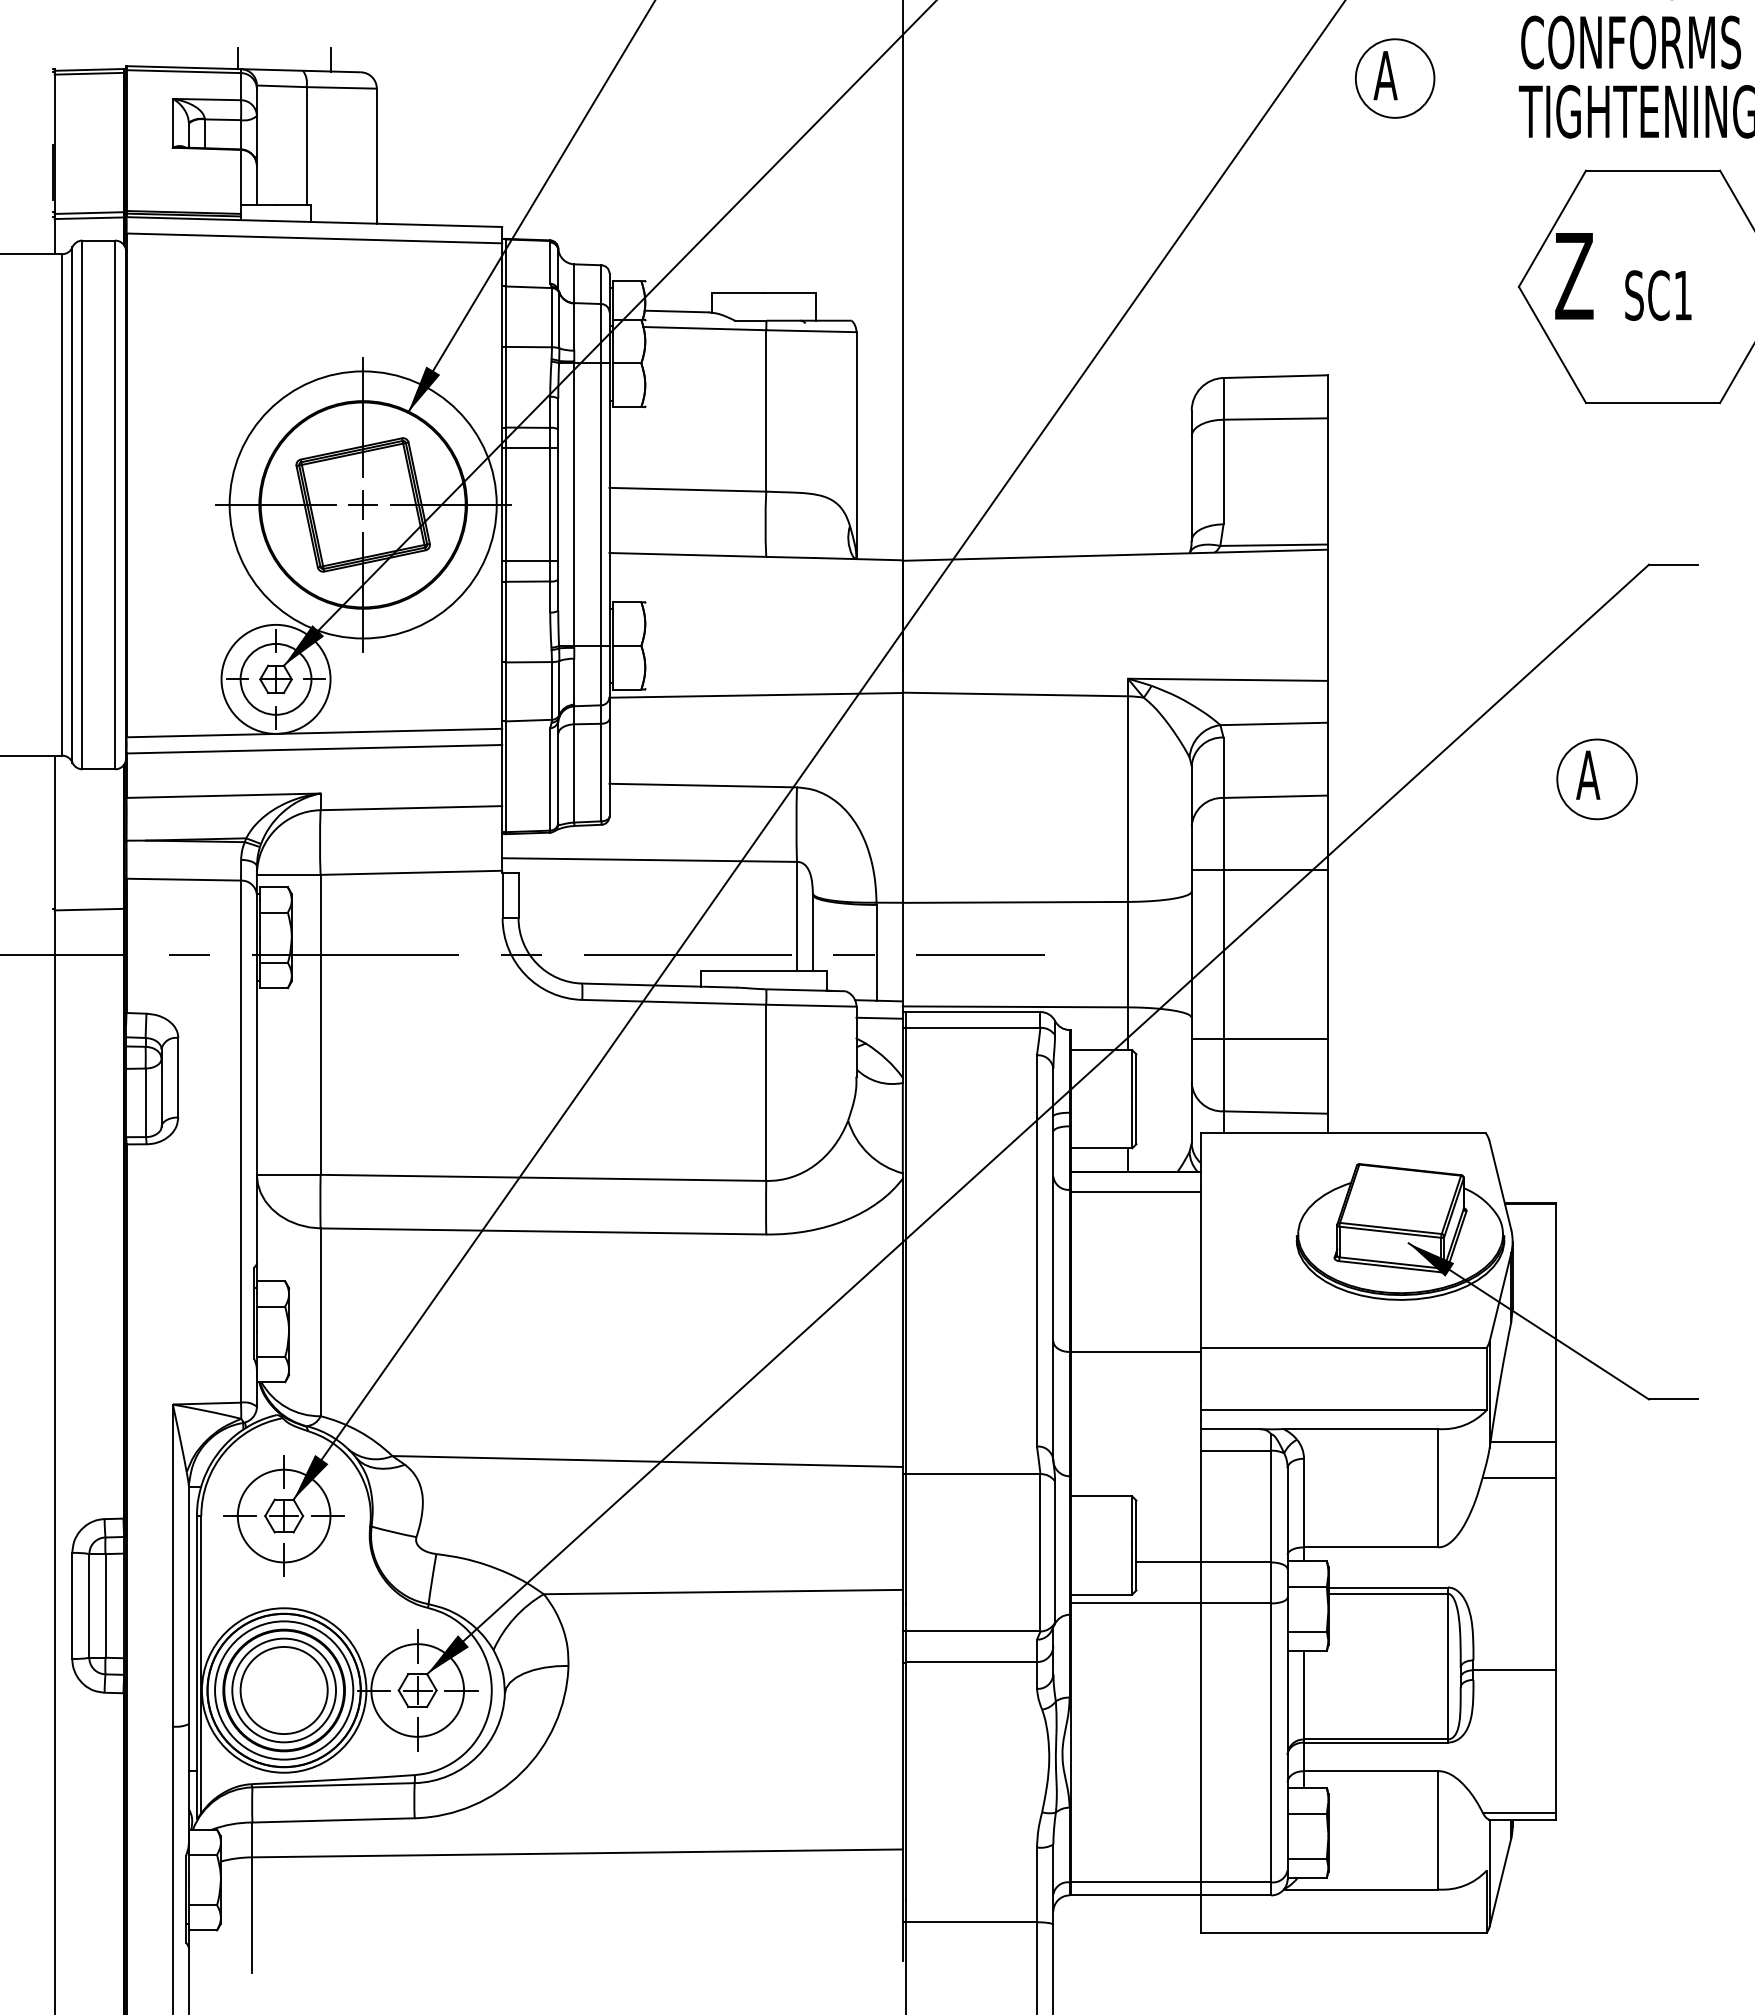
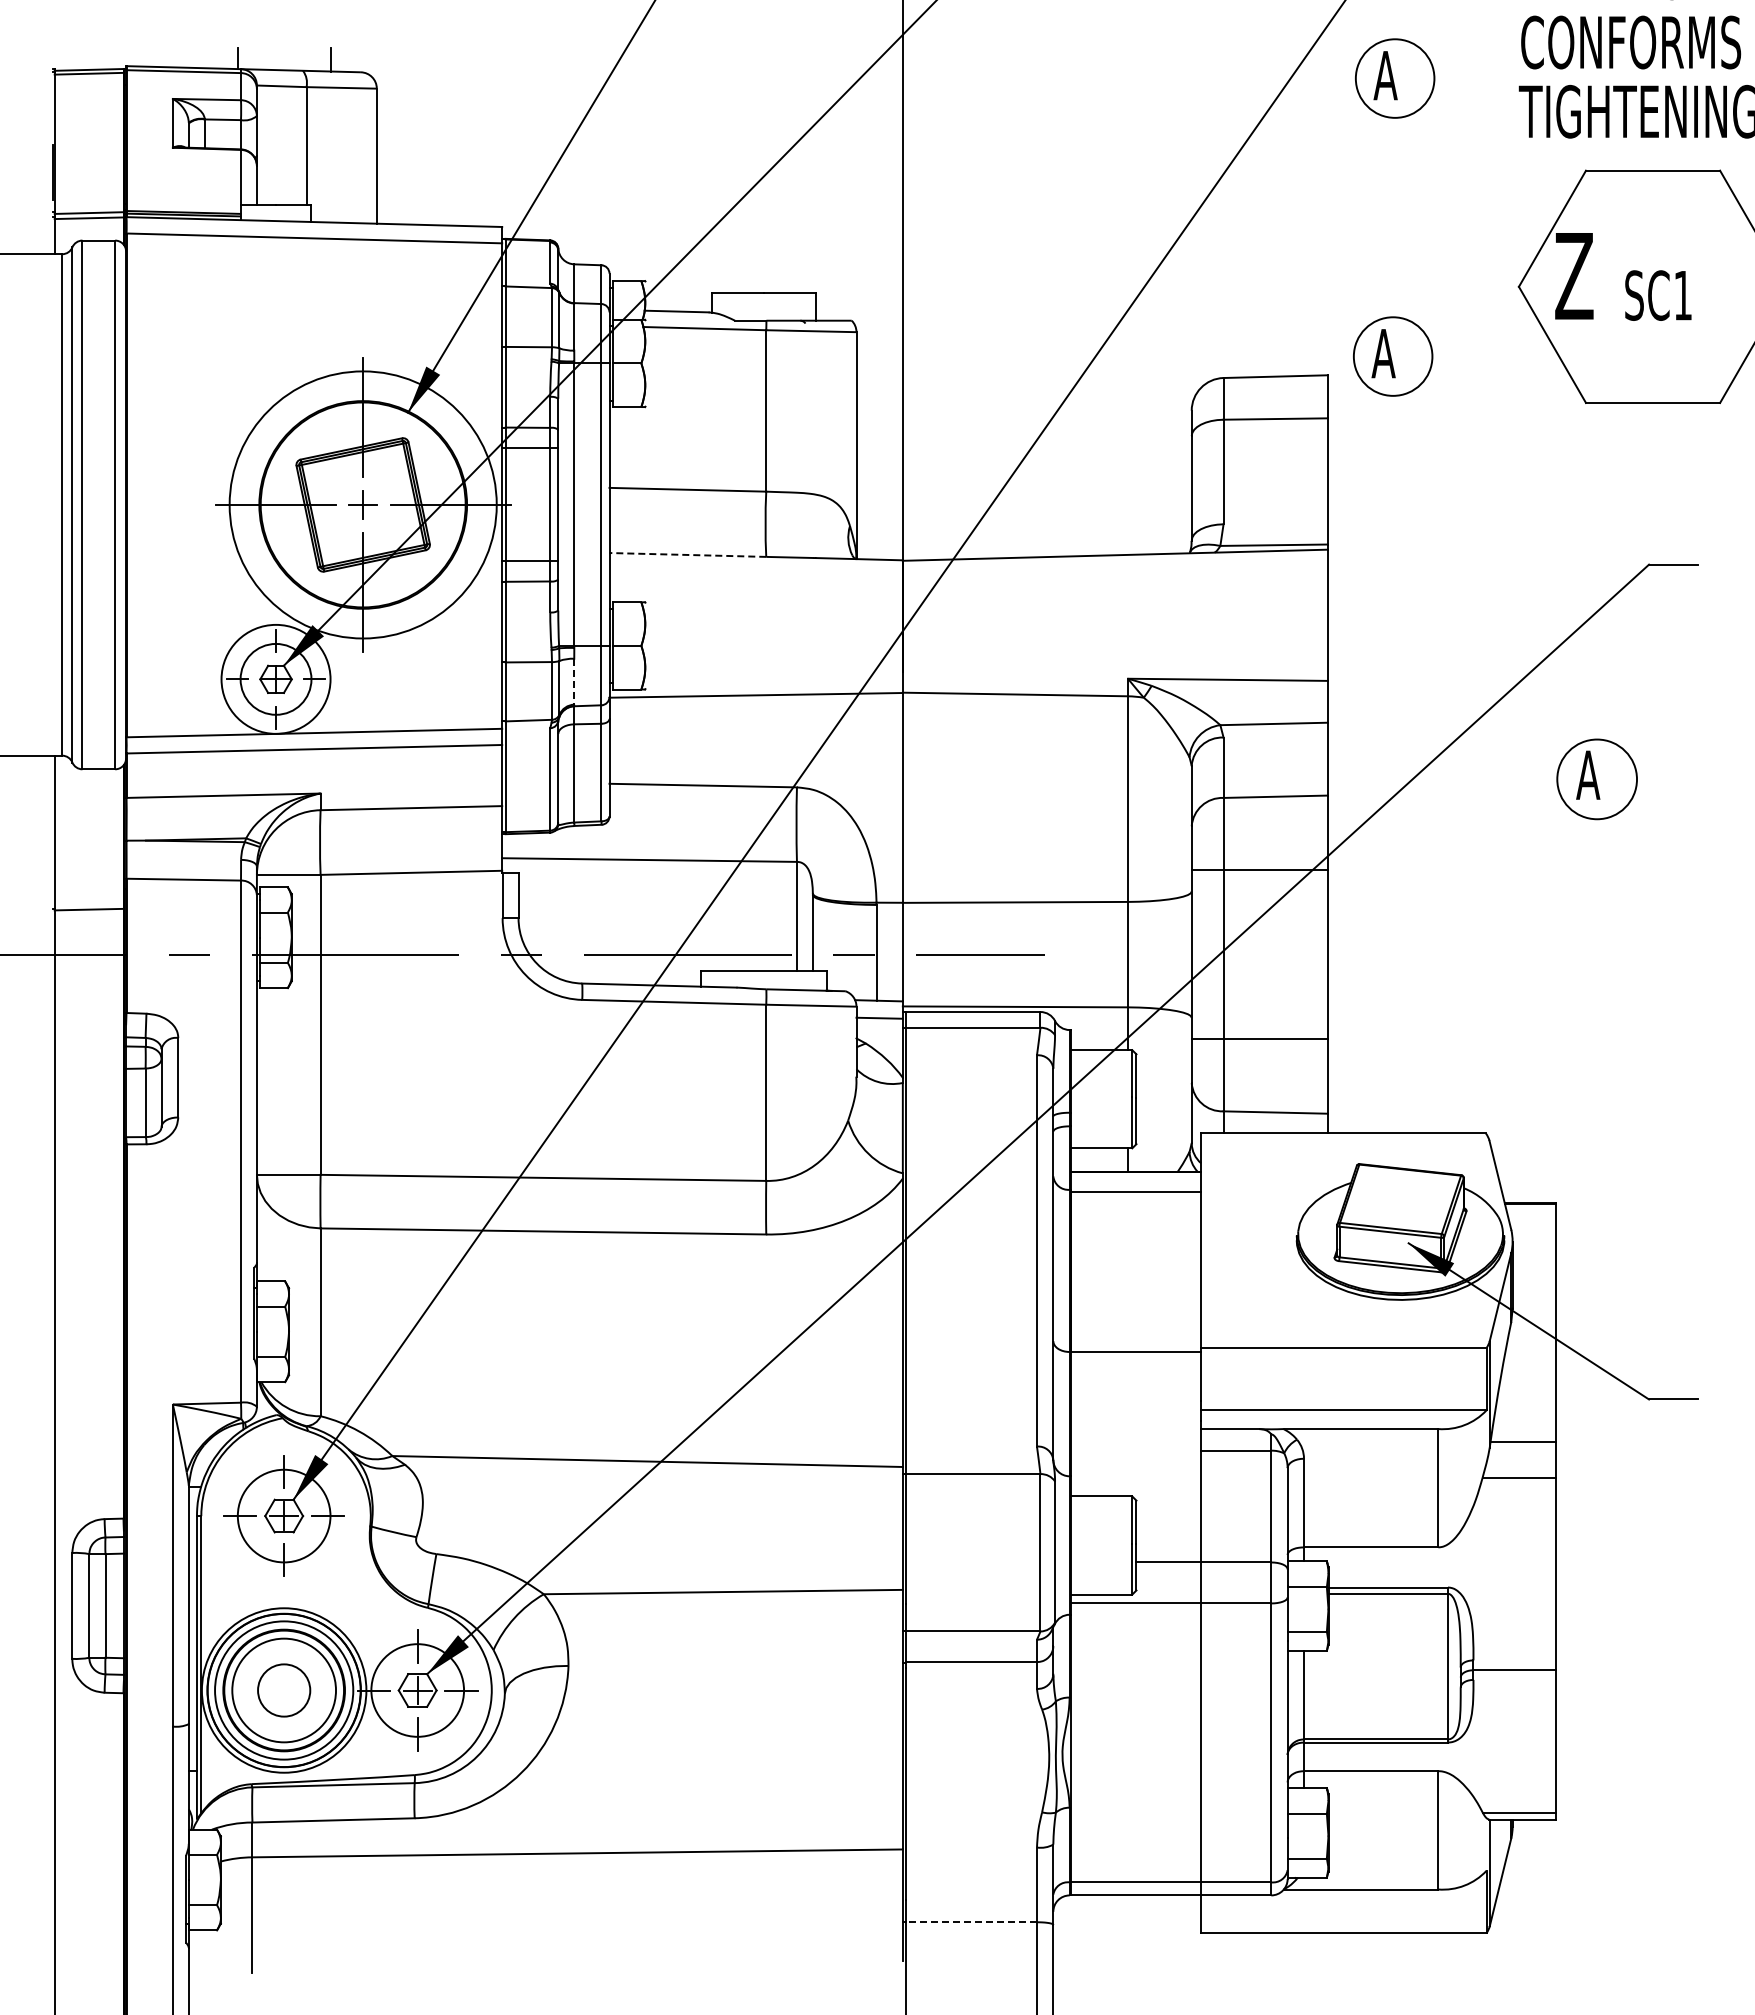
part at (1393, 356): none -> present
line at (687, 554): solid -> dashed
line at (574, 681): solid -> dashed
circle at (283, 1690) diameter: 87 px -> 52 px
line at (971, 1922): solid -> dashed
